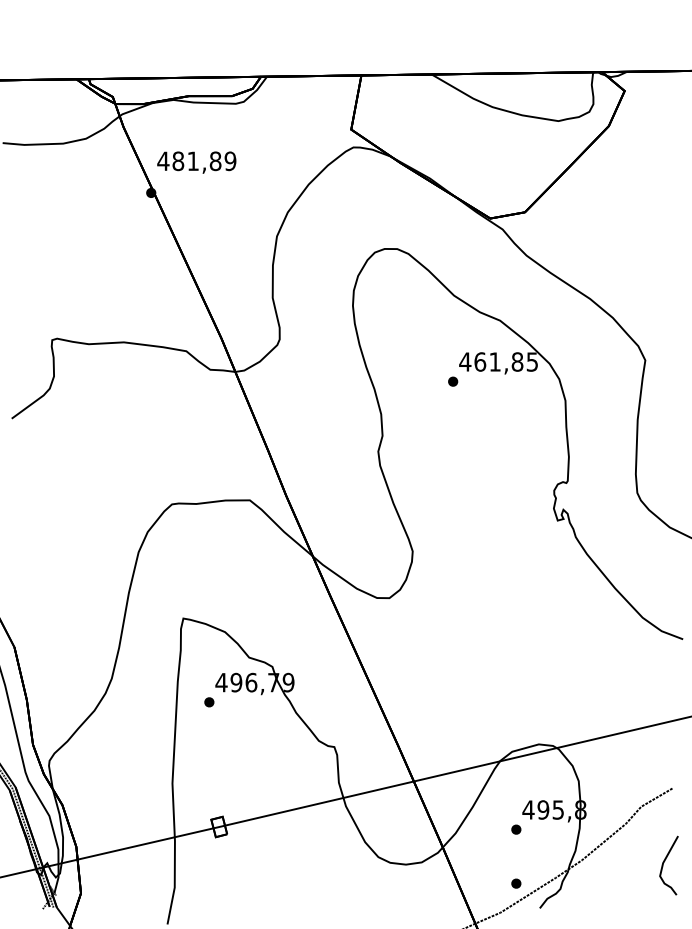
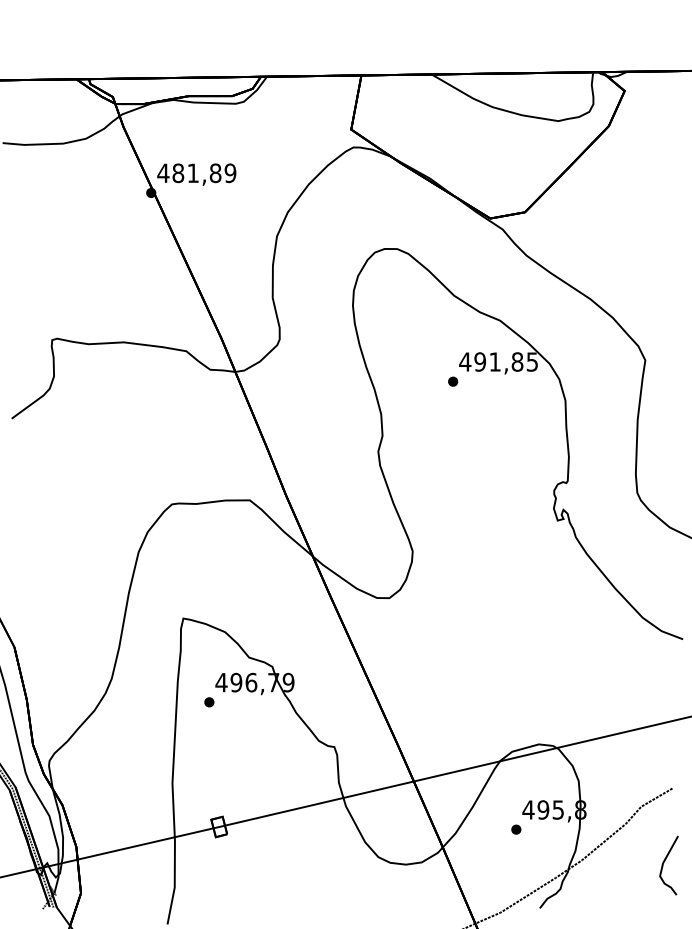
text at (196, 162) position: (196, 162) -> (196, 174)
text at (480, 361): 461,85 -> 491,85
part at (516, 883): present -> none
